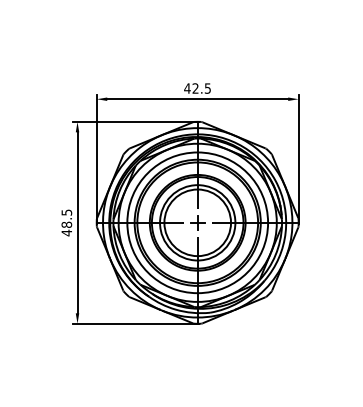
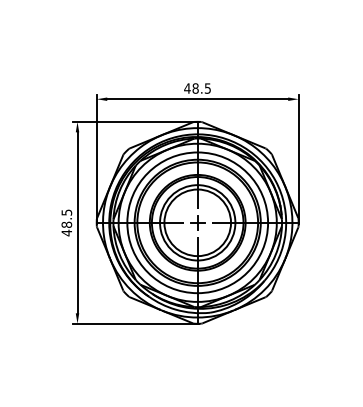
text at (195, 88): 42.5 -> 48.5
